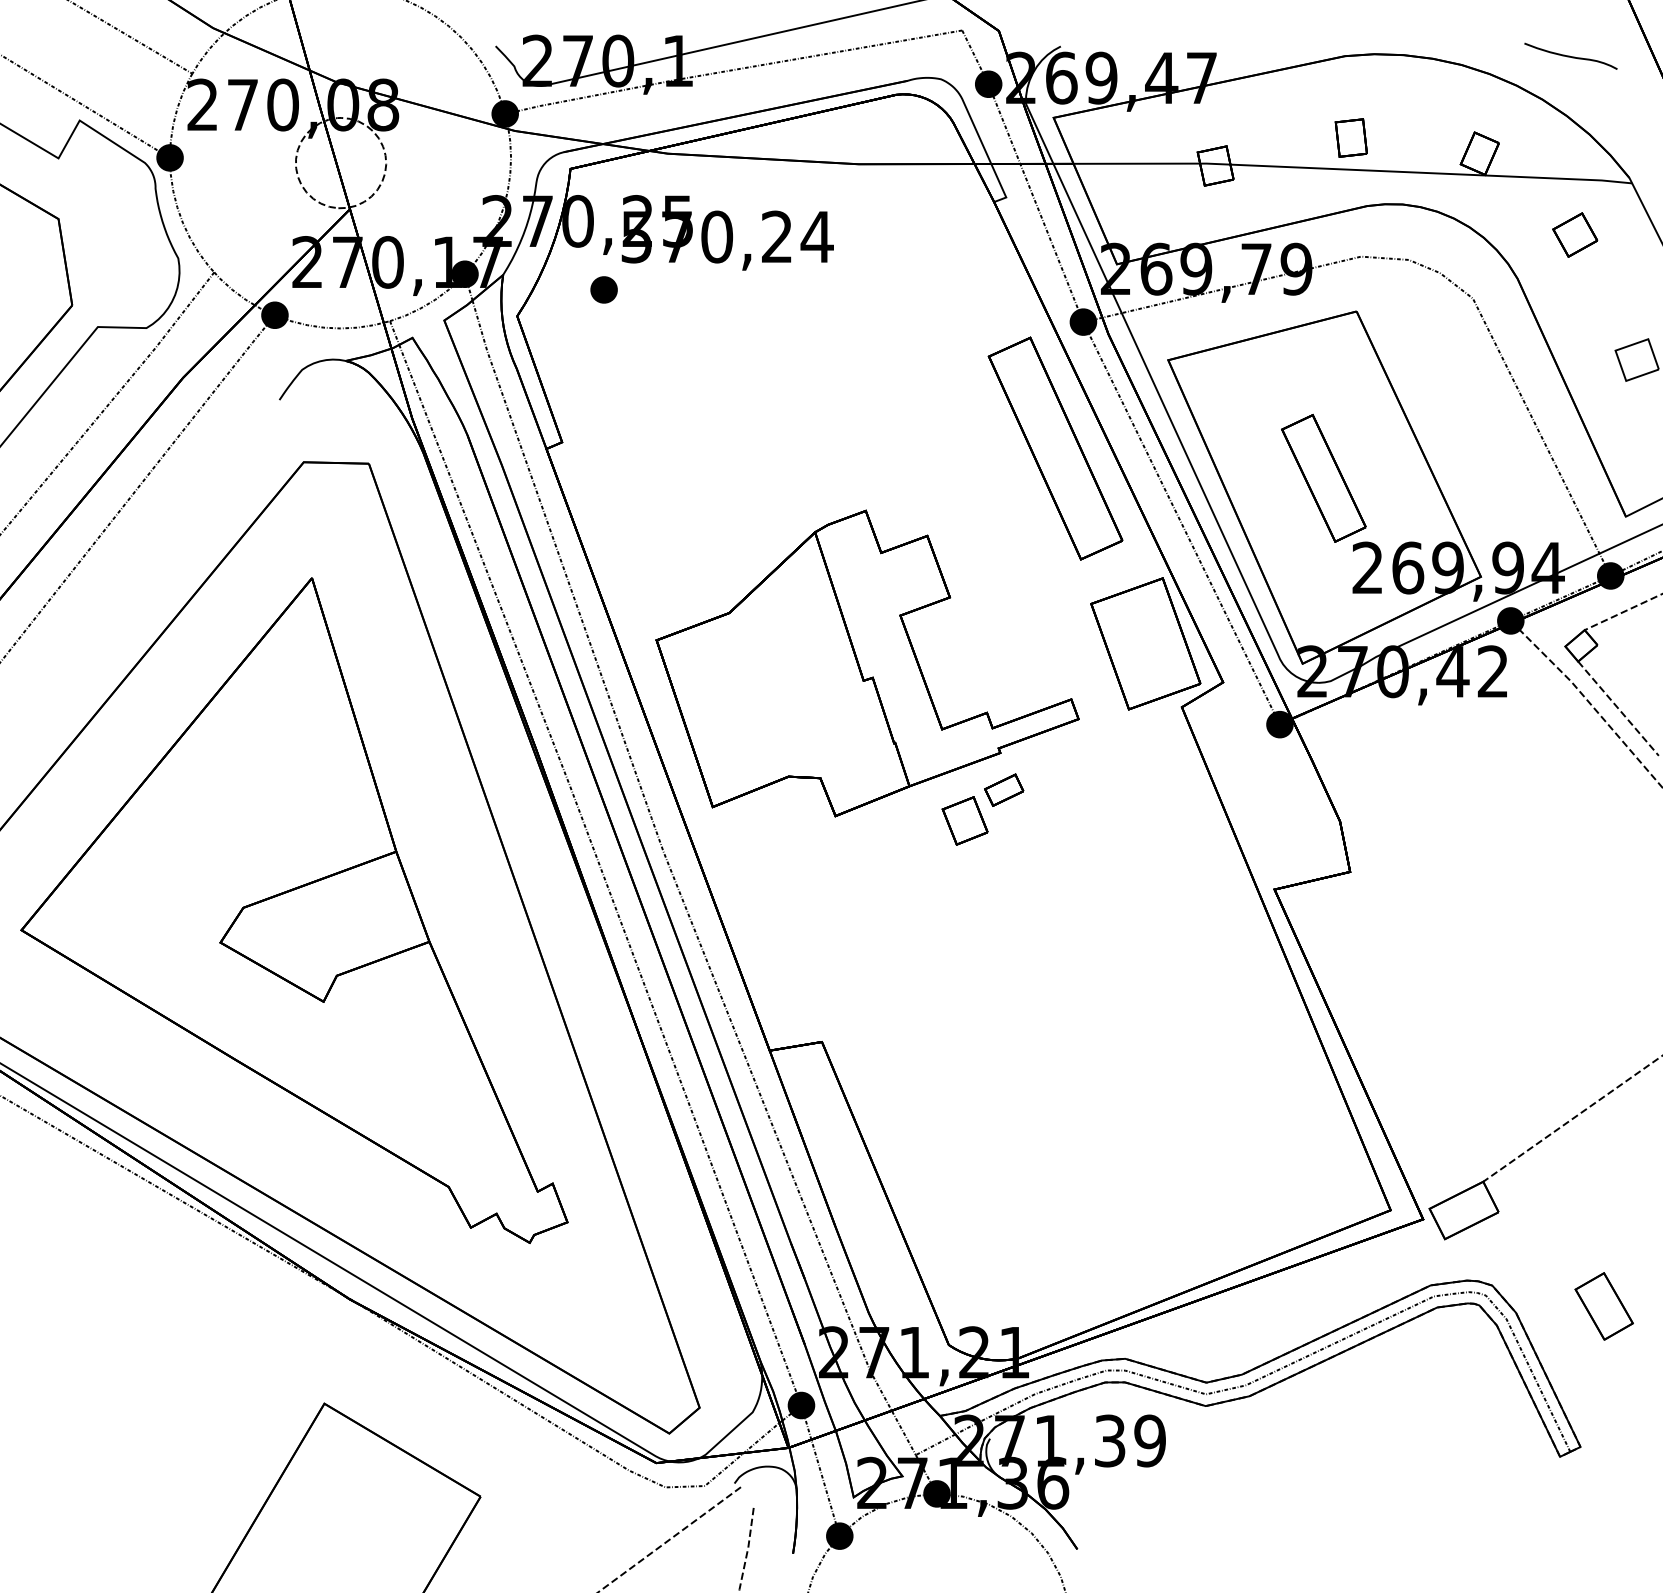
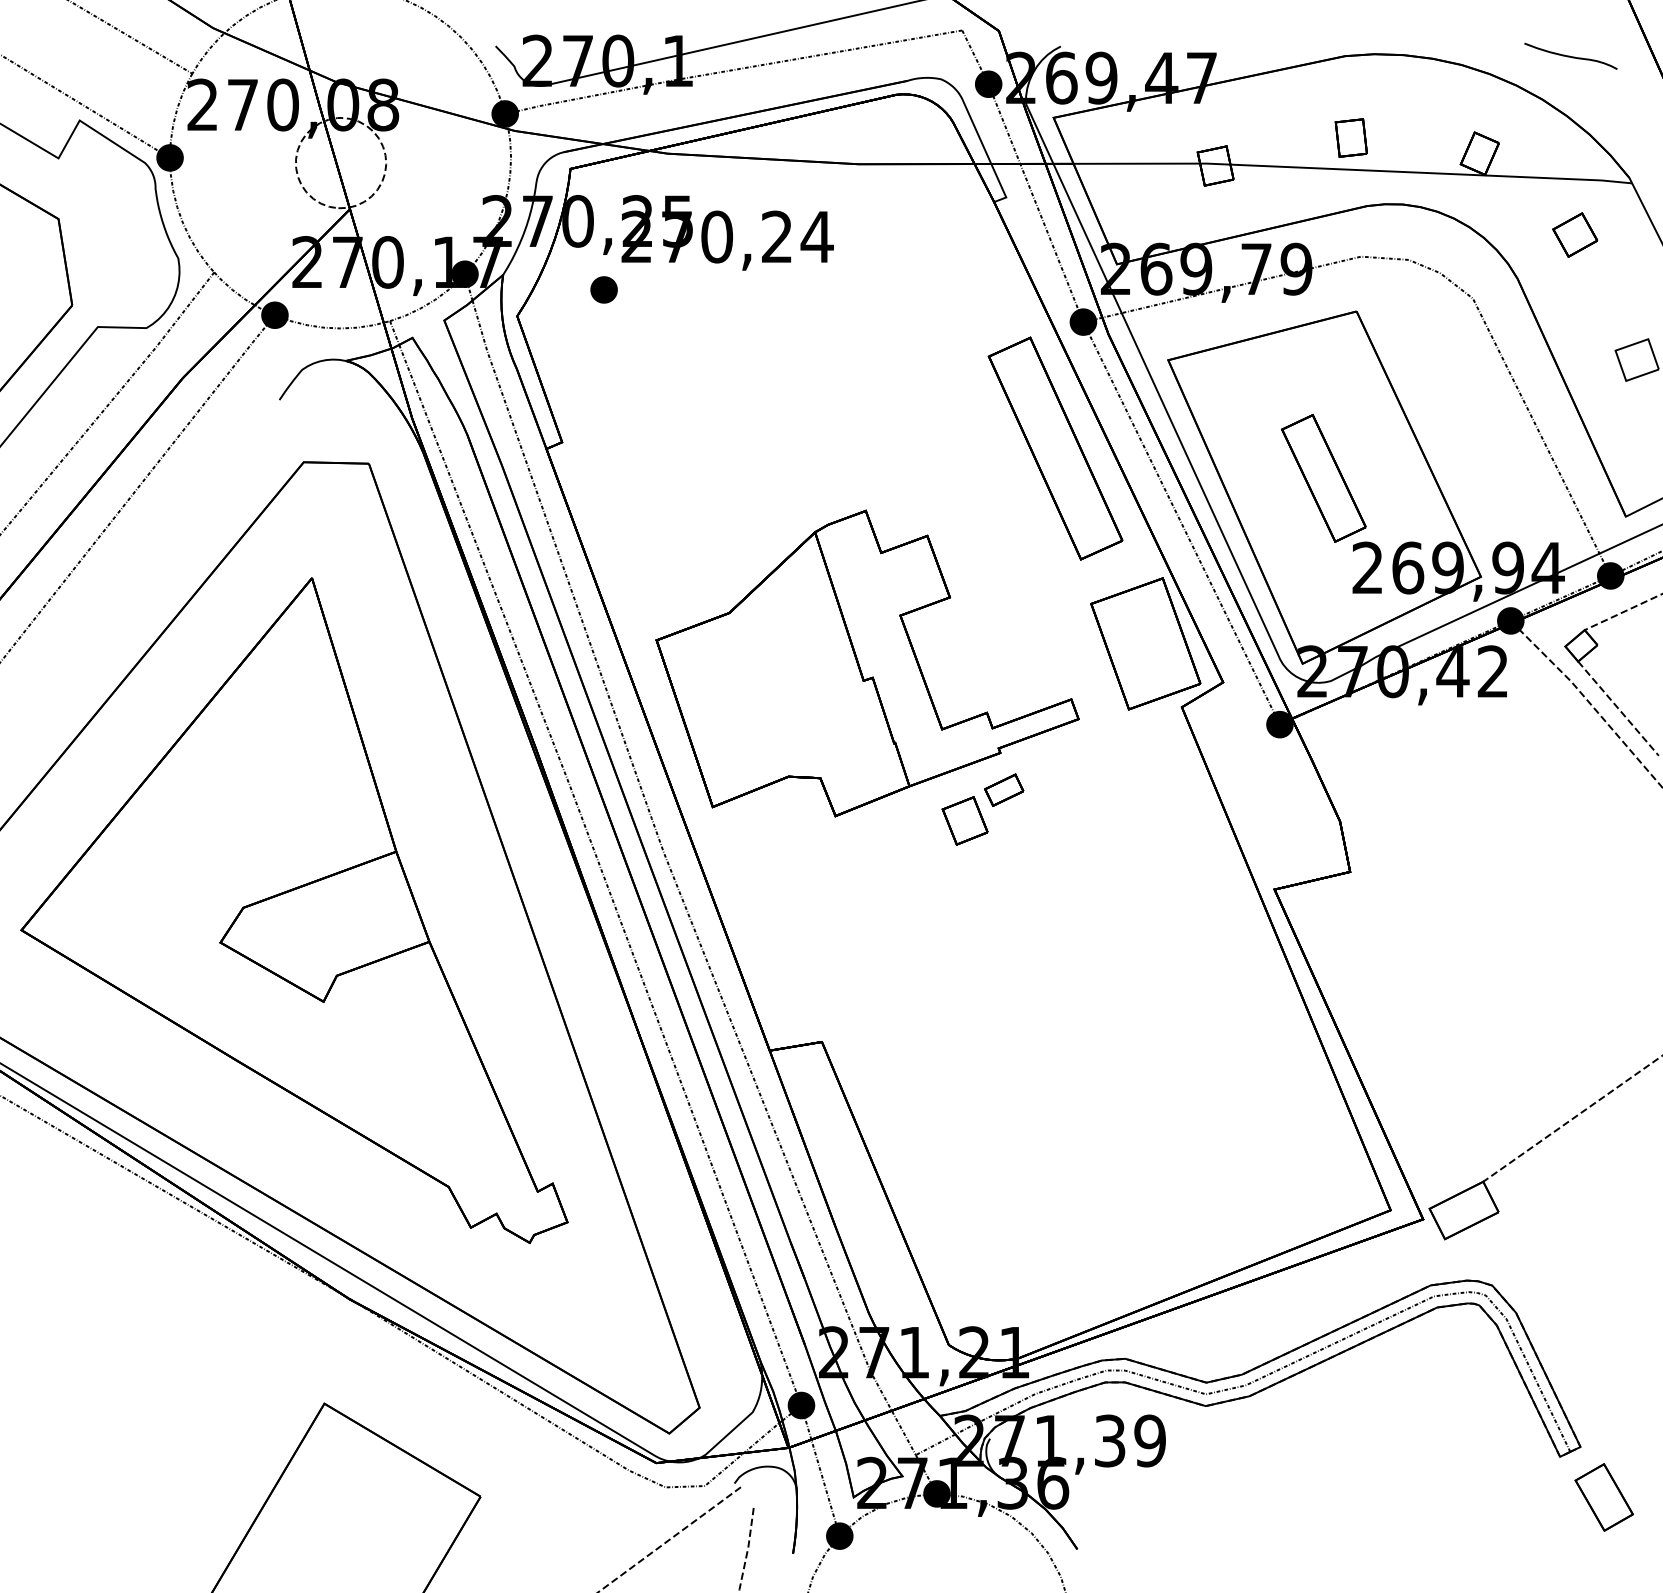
text at (636, 236): 570,24 -> 270,24
part at (1603, 1306) position: (1603, 1306) -> (1603, 1497)
